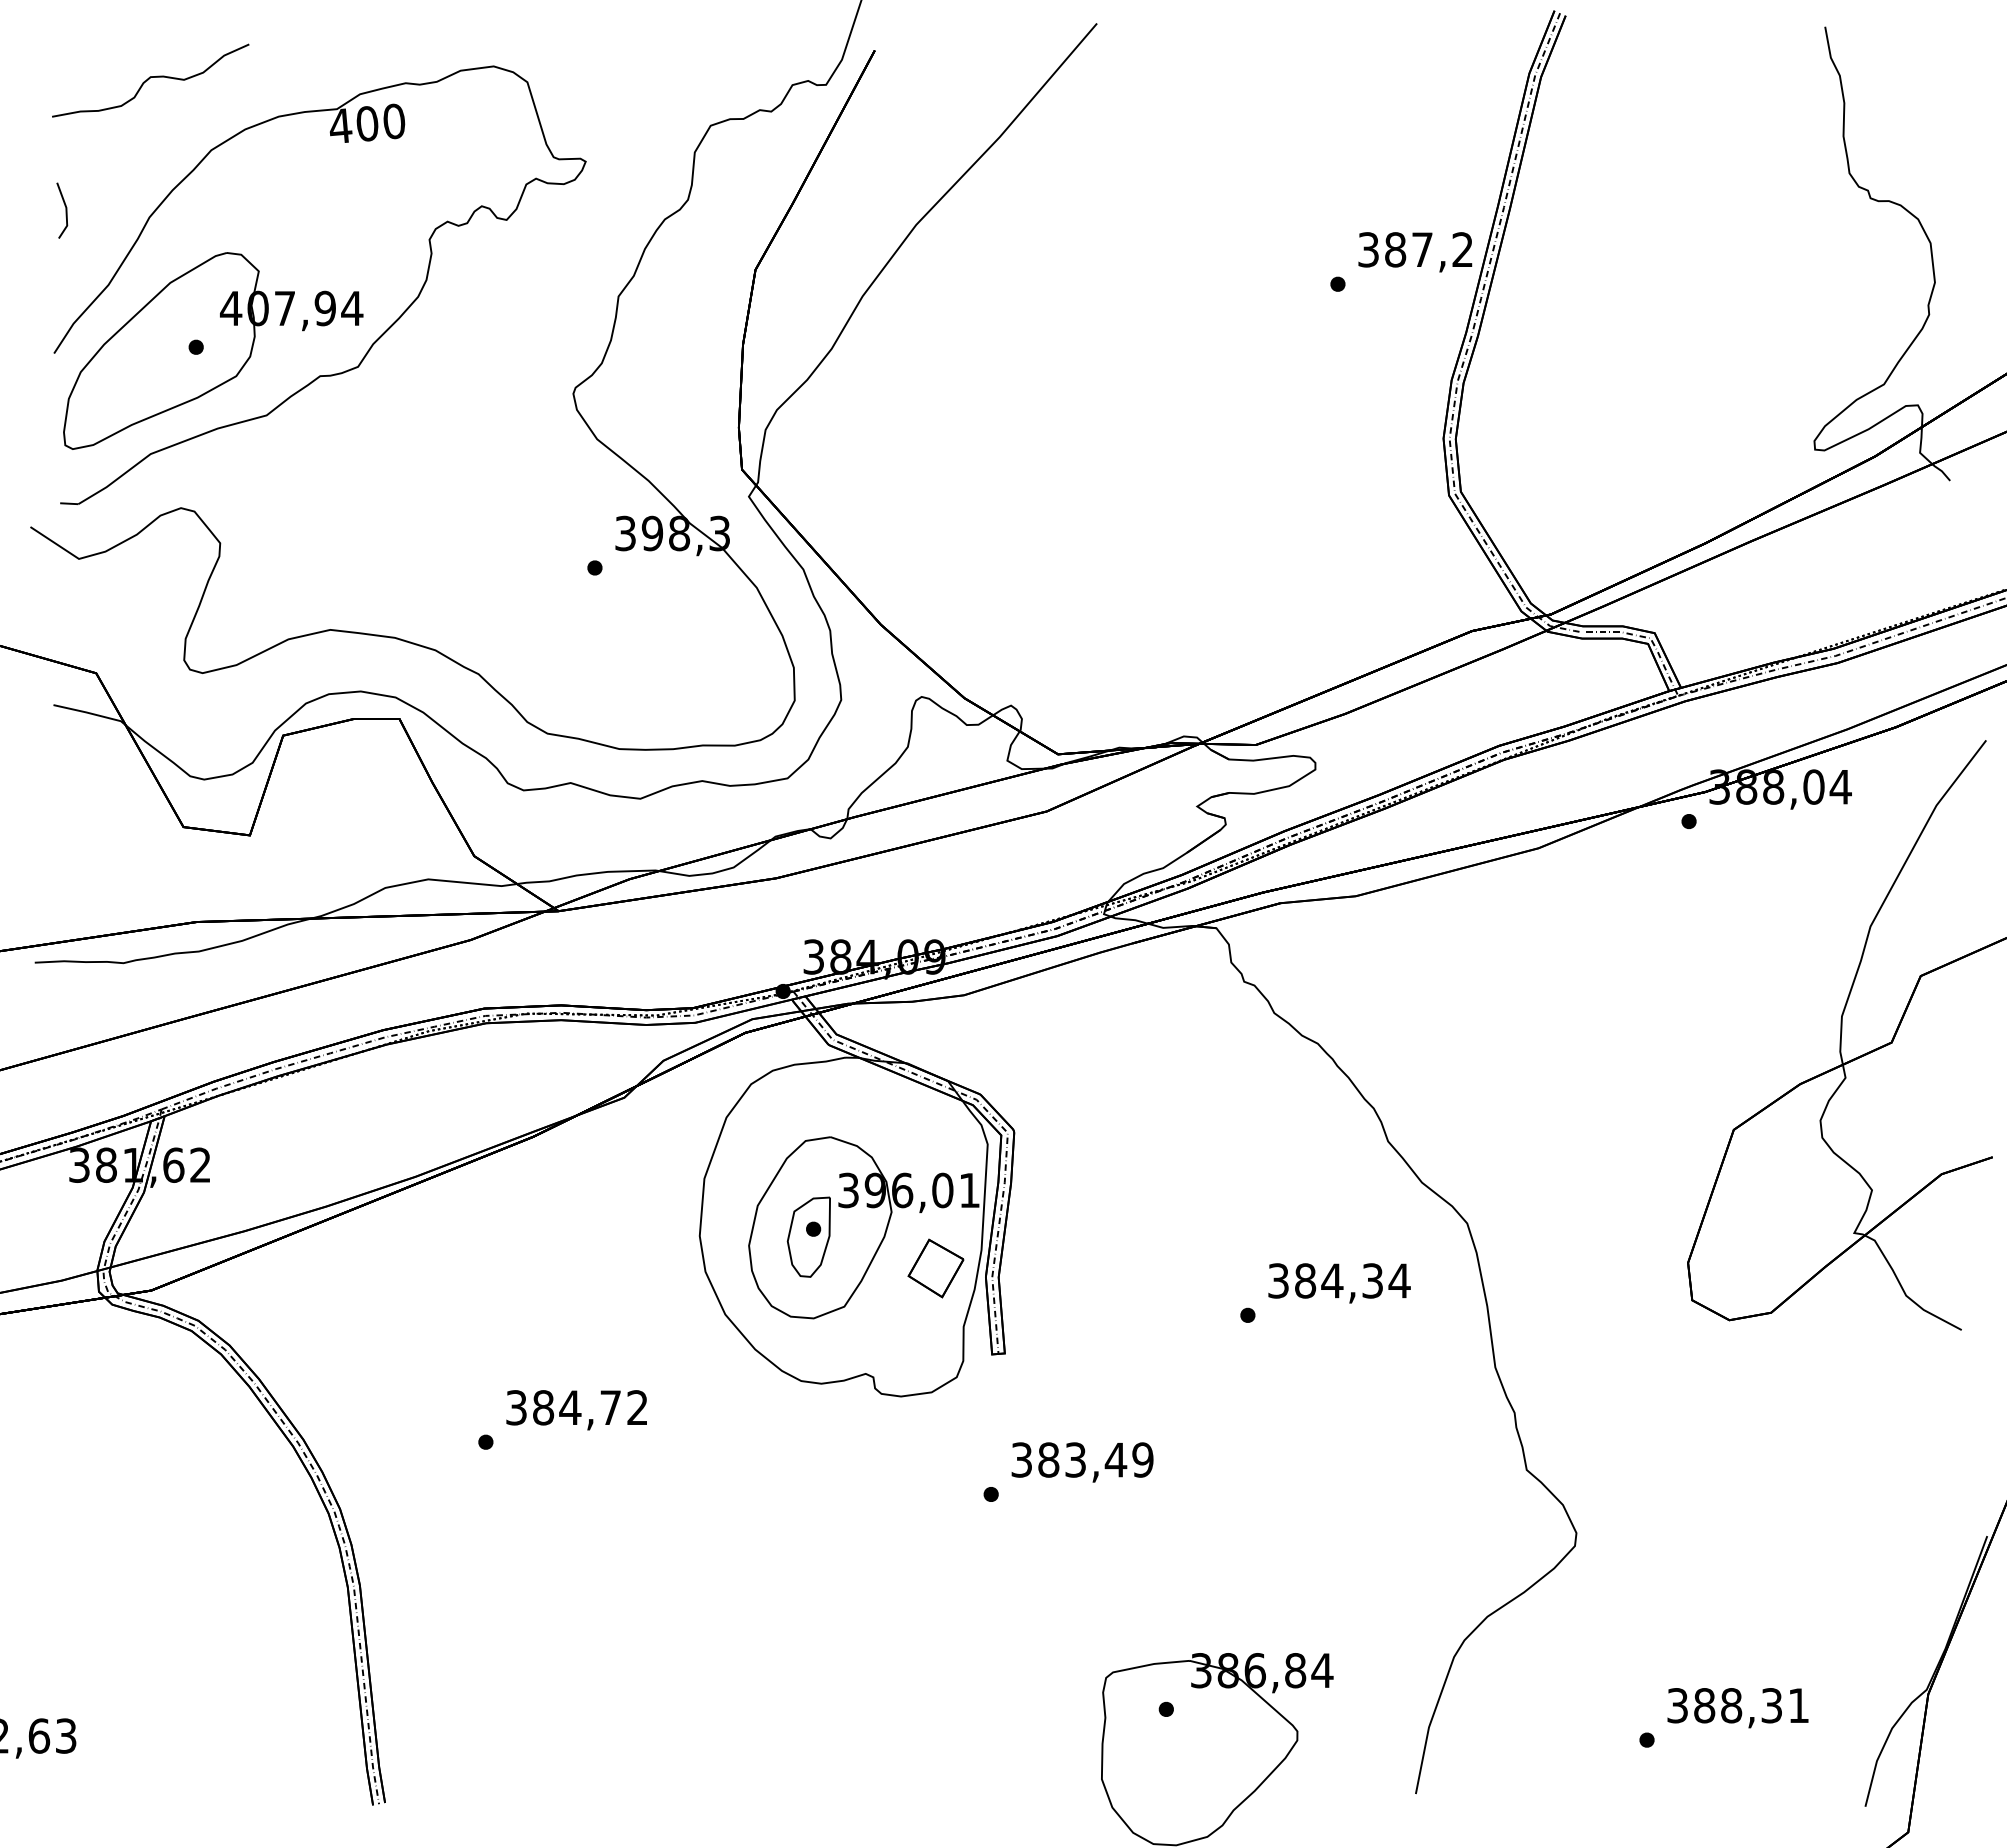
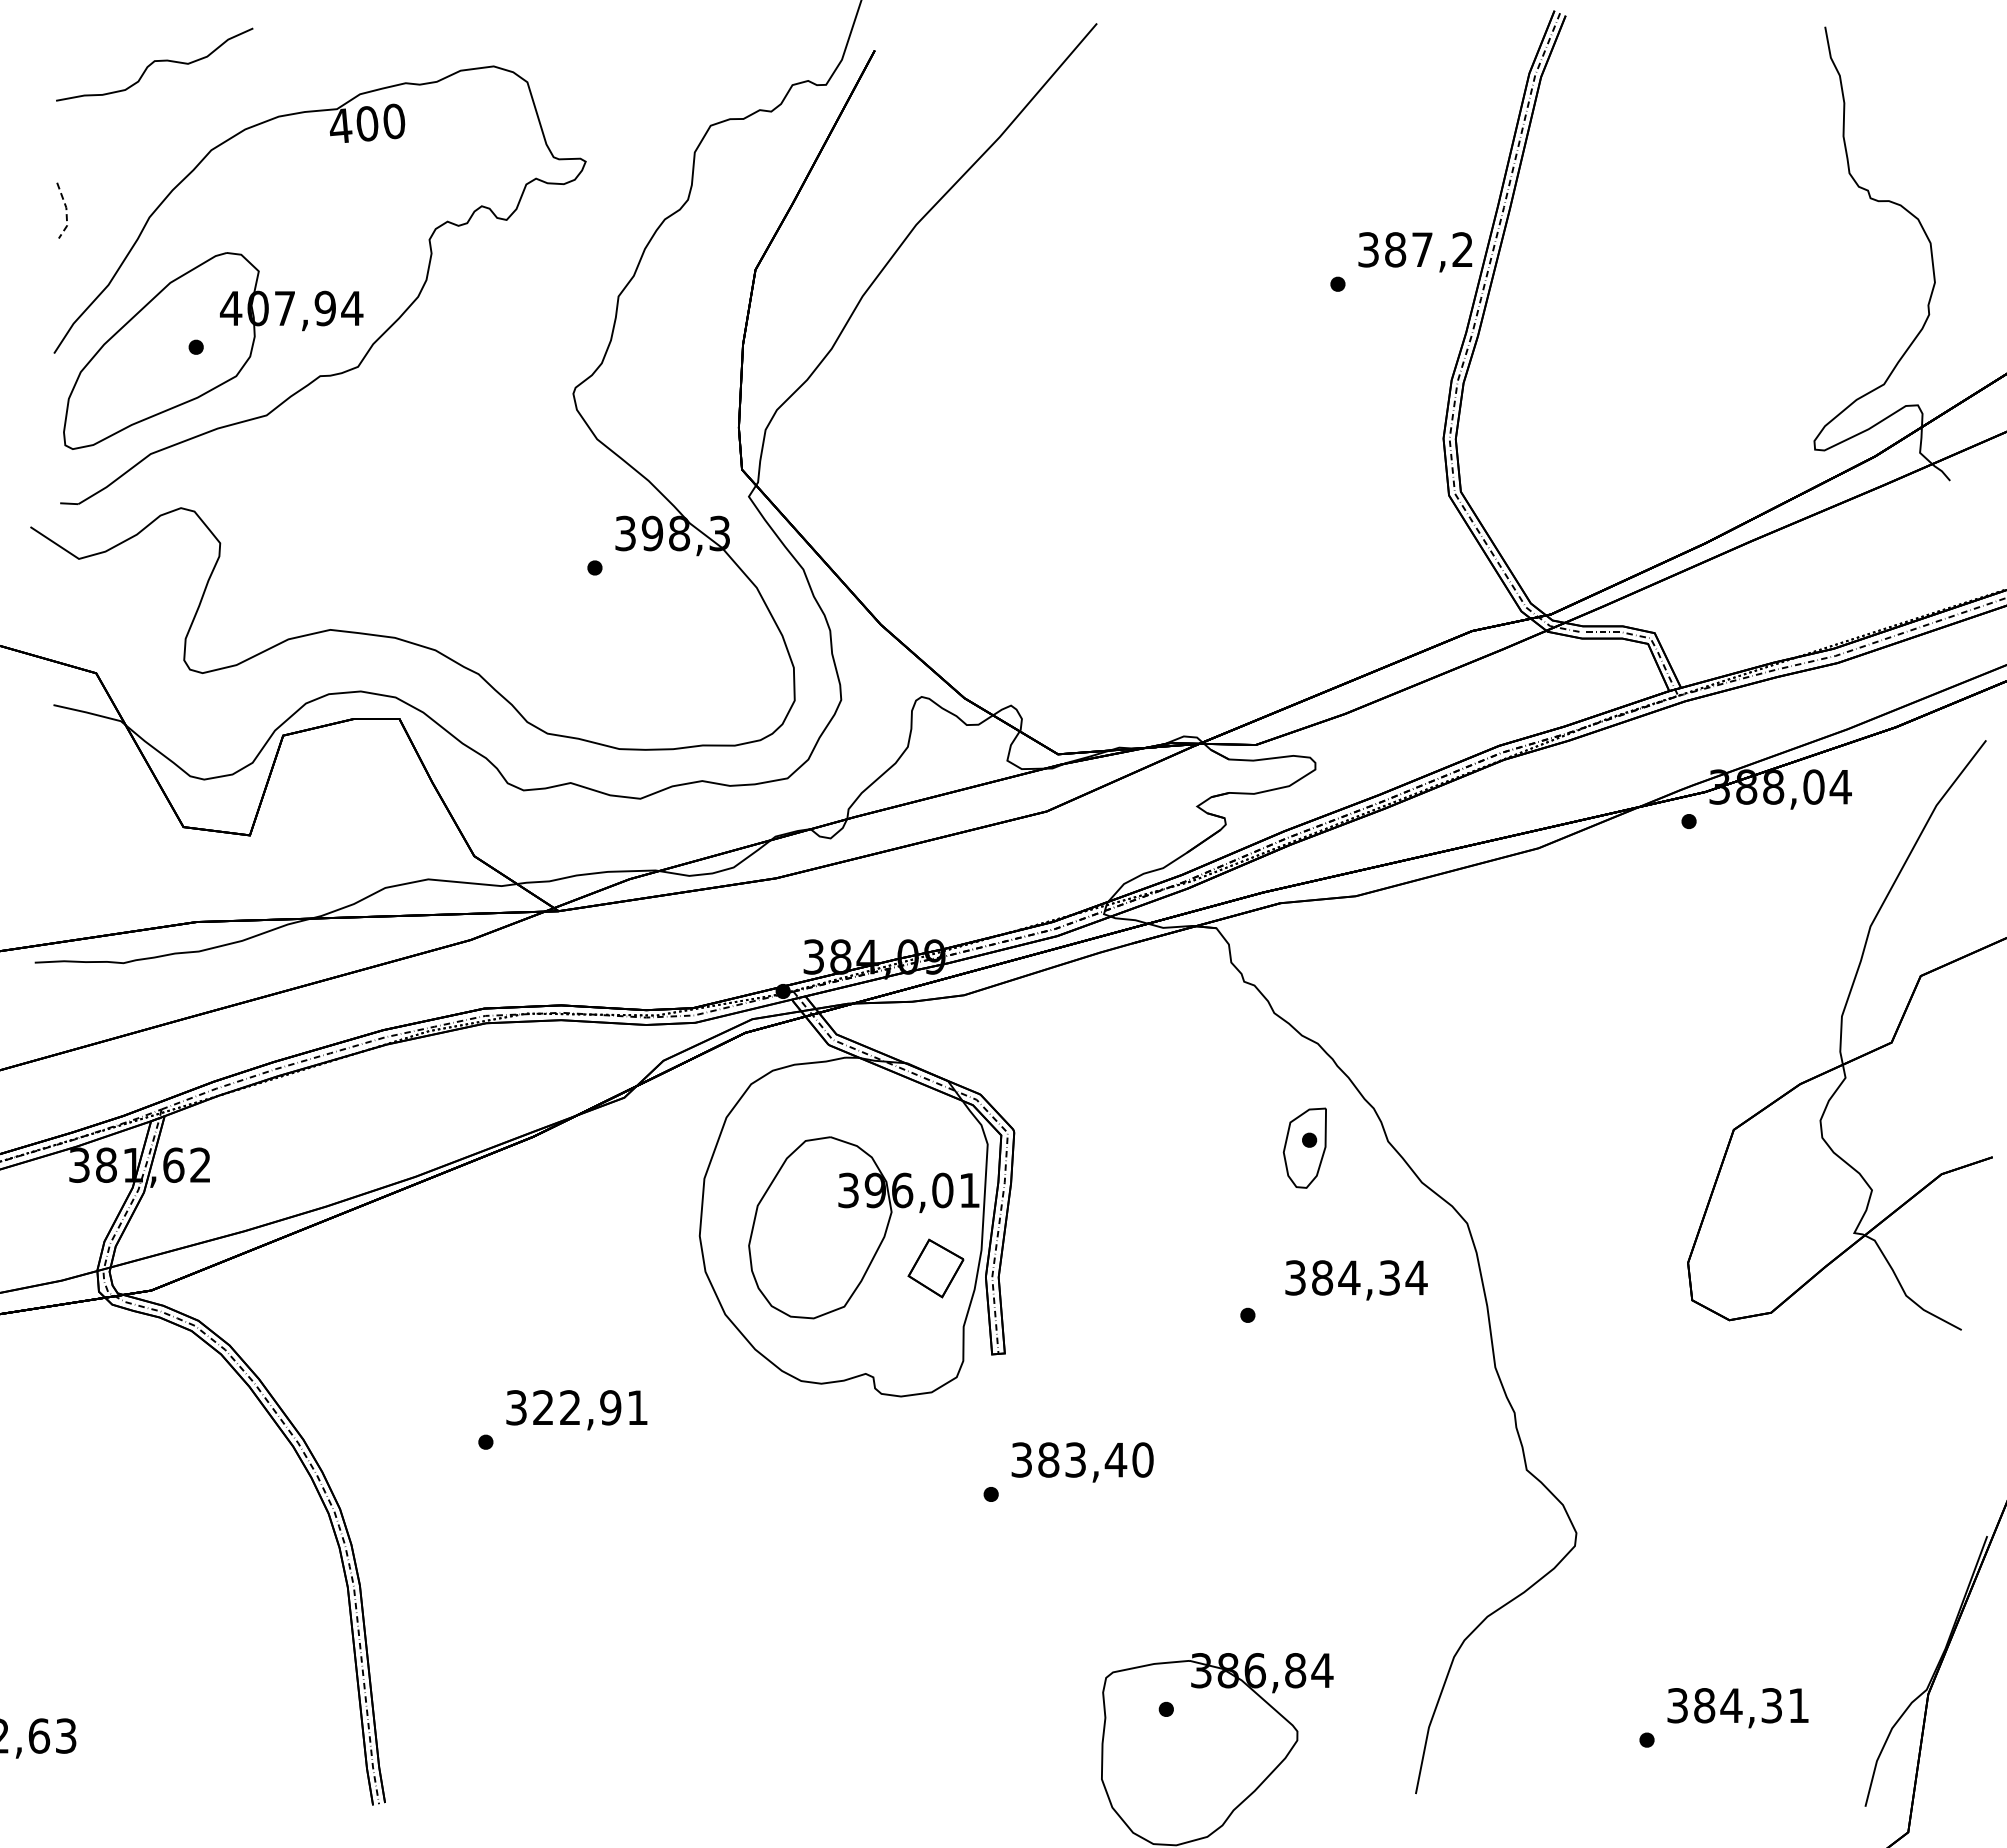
curve at (149, 79) position: (149, 79) -> (153, 63)
line at (66, 211): solid -> dashed
part at (808, 1236) position: (808, 1236) -> (1304, 1147)
text at (1339, 1283) position: (1339, 1283) -> (1356, 1280)
text at (590, 1407): 384,72 -> 322,91
text at (1142, 1459): 383,49 -> 383,40
text at (1731, 1705): 388,31 -> 384,31
